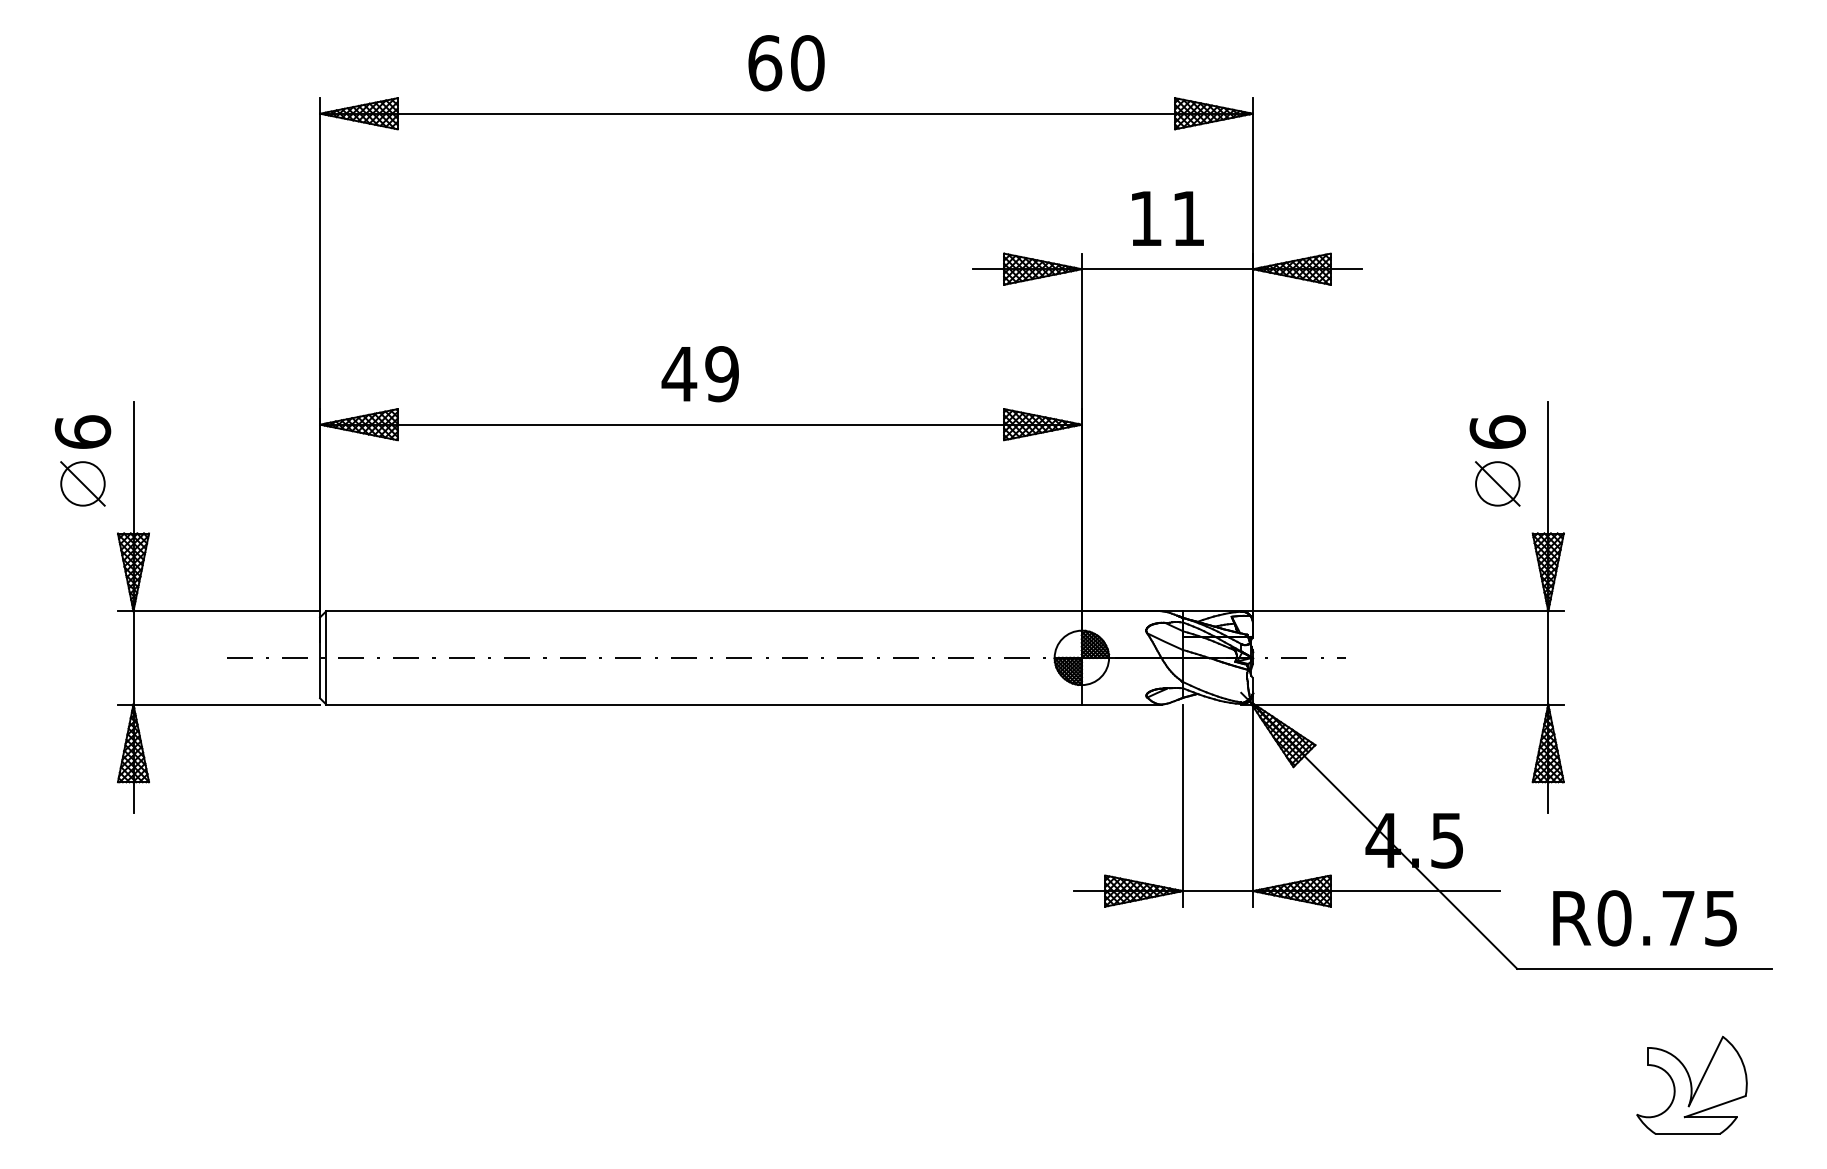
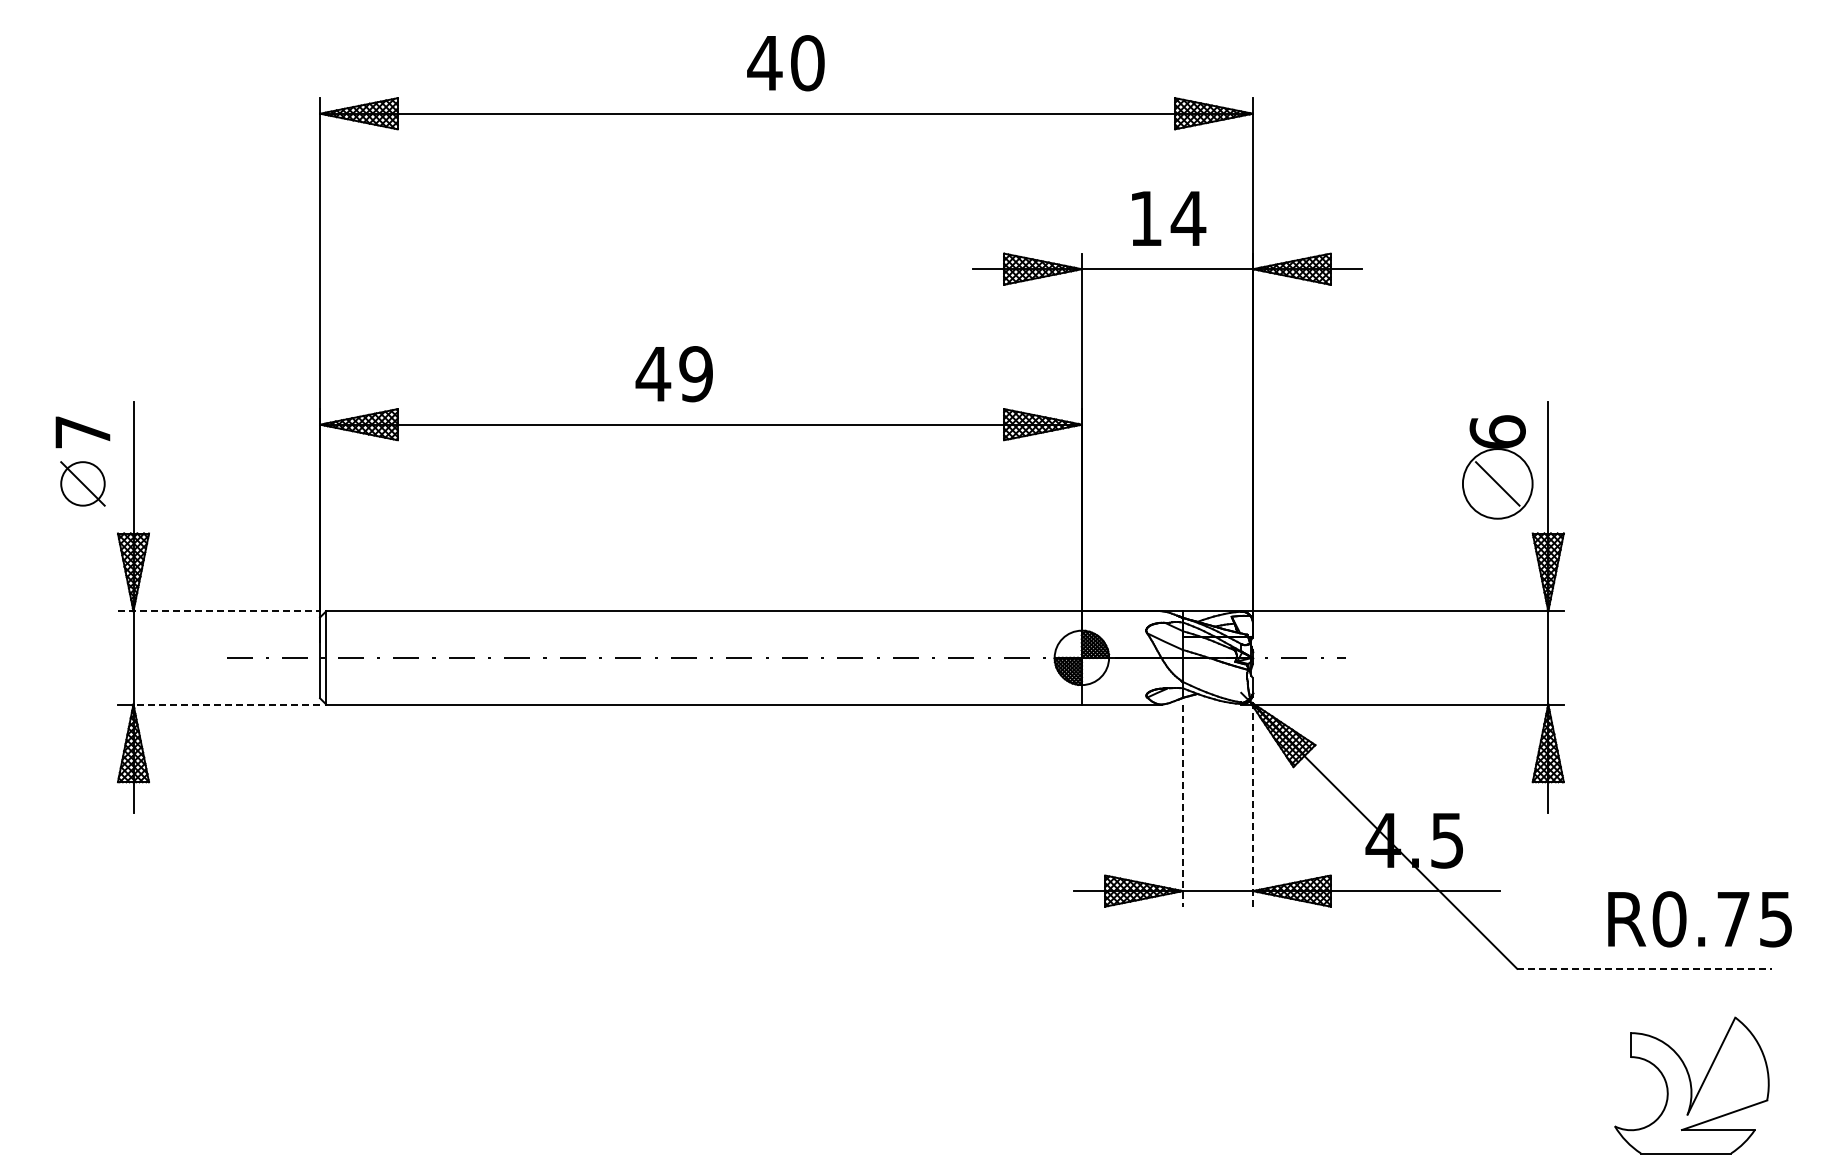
text at (764, 63): 60 -> 40
text at (1188, 218): 11 -> 14
text at (699, 374) position: (699, 374) -> (673, 374)
text at (82, 431): 6 -> 7
circle at (1497, 483) diameter: 44 px -> 70 px
line at (219, 611): solid -> dashed
line at (226, 704): solid -> dashed
line at (1252, 799): solid -> dashed
line at (1182, 806): solid -> dashed
text at (1644, 918) position: (1644, 918) -> (1699, 919)
line at (1645, 968): solid -> dashed
part at (1691, 1084) size: 112x100 px -> 156x139 px
